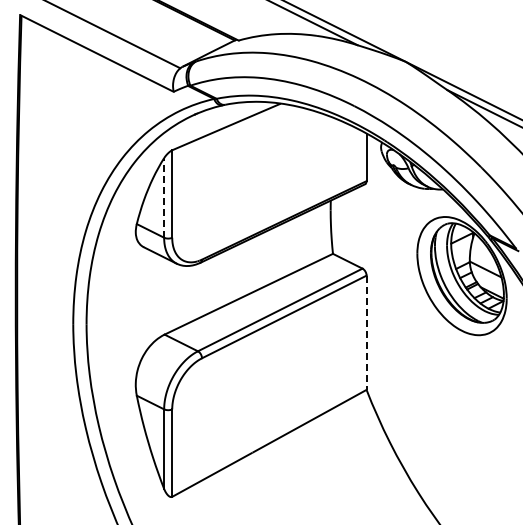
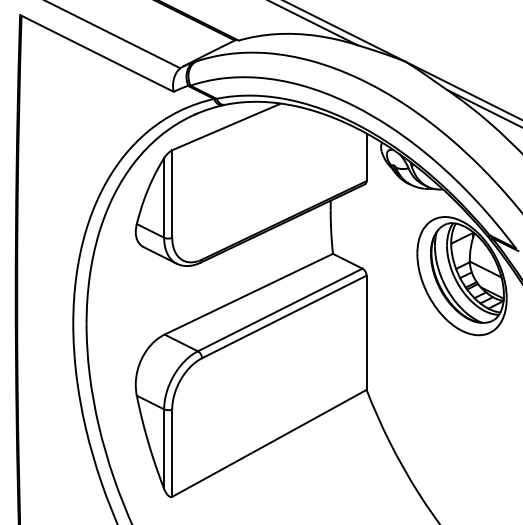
line at (164, 197): dashed -> solid
line at (366, 333): dashed -> solid
